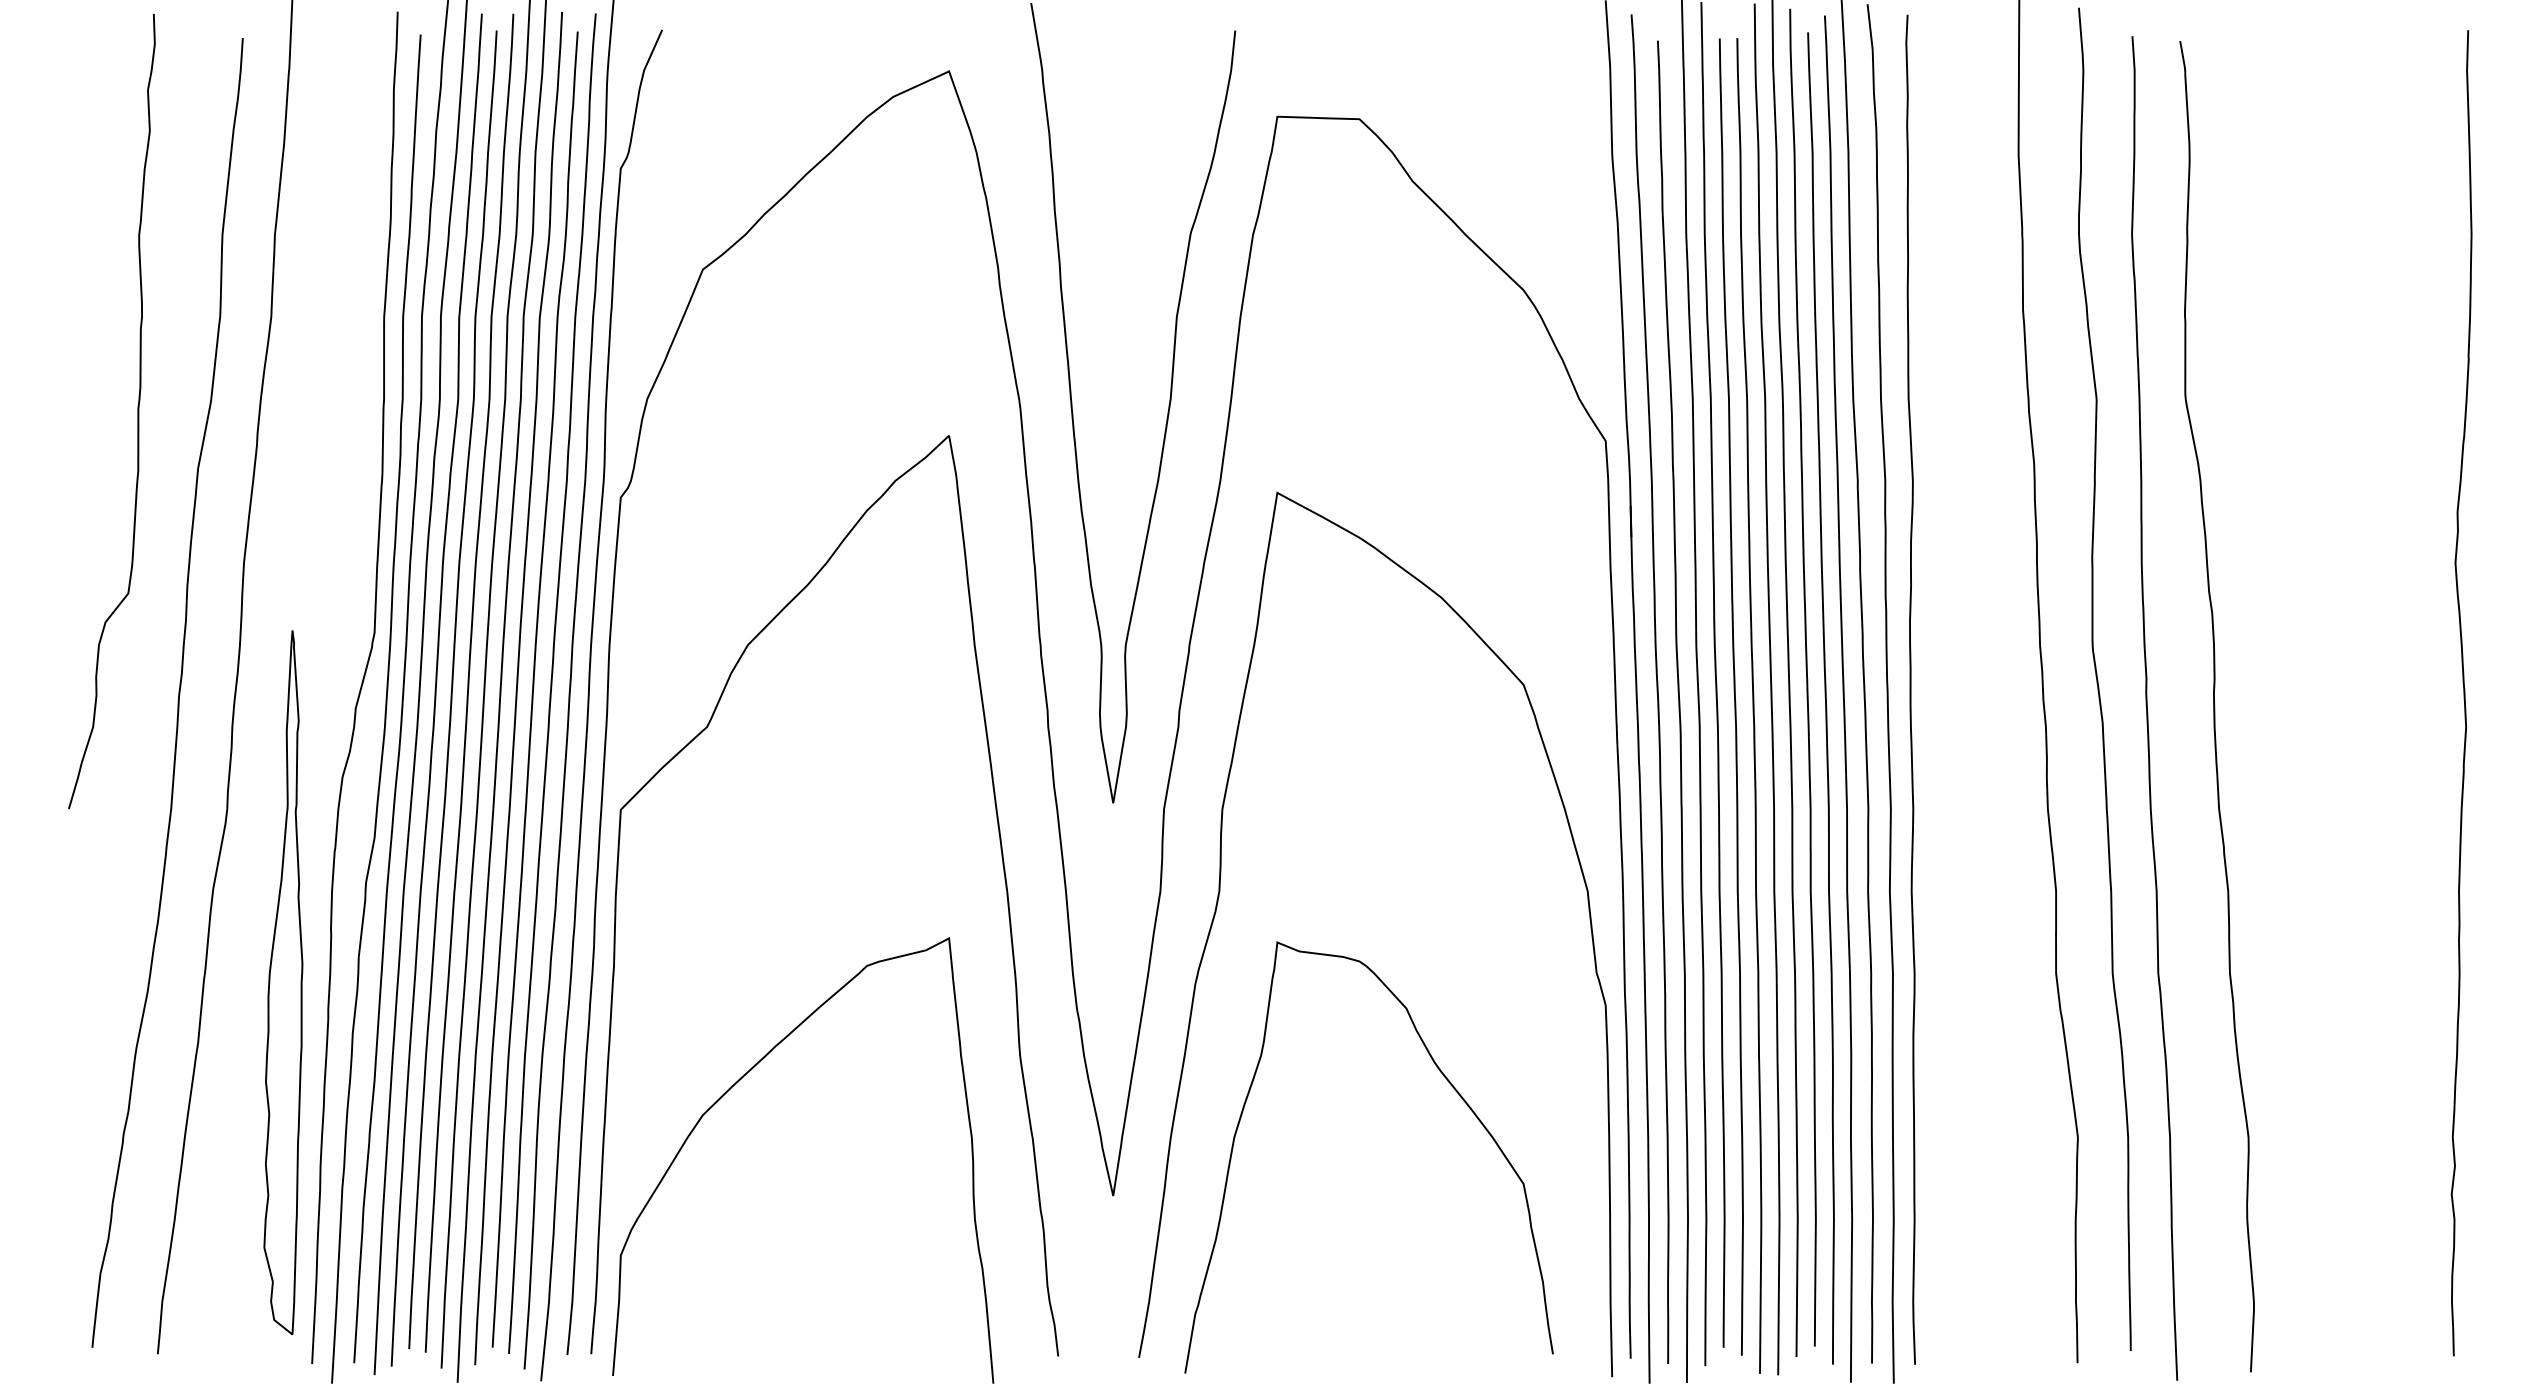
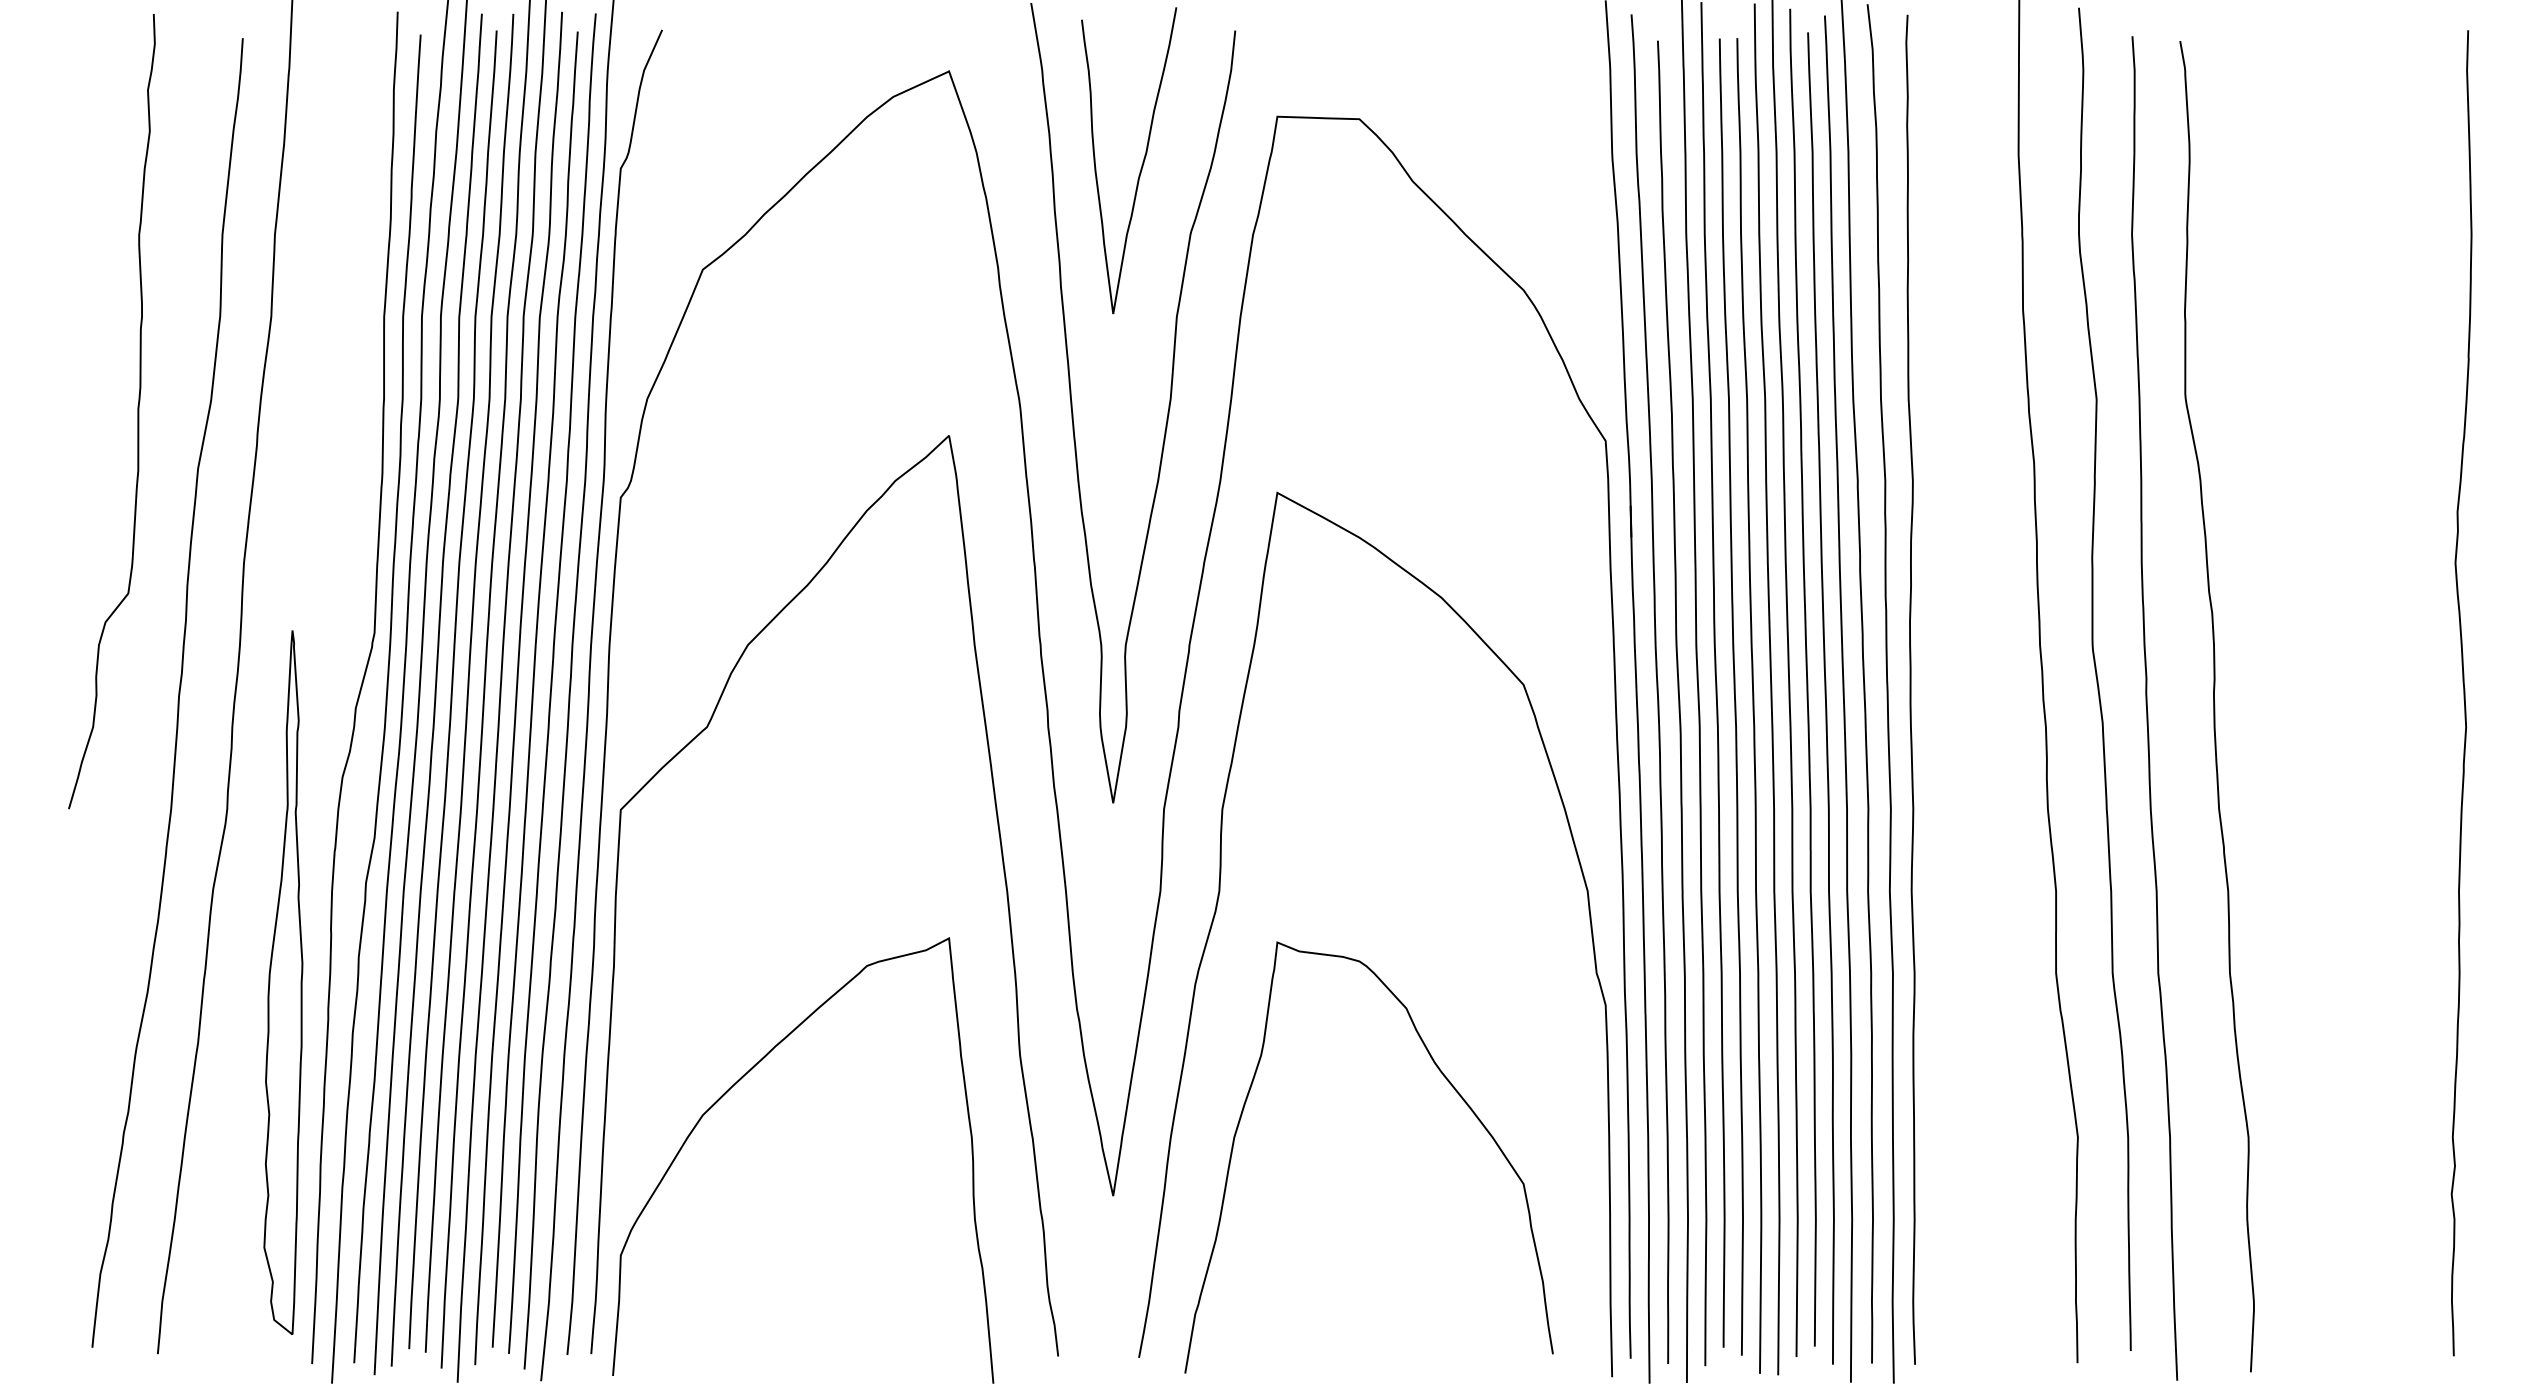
curve at (1141, 165): none -> present
